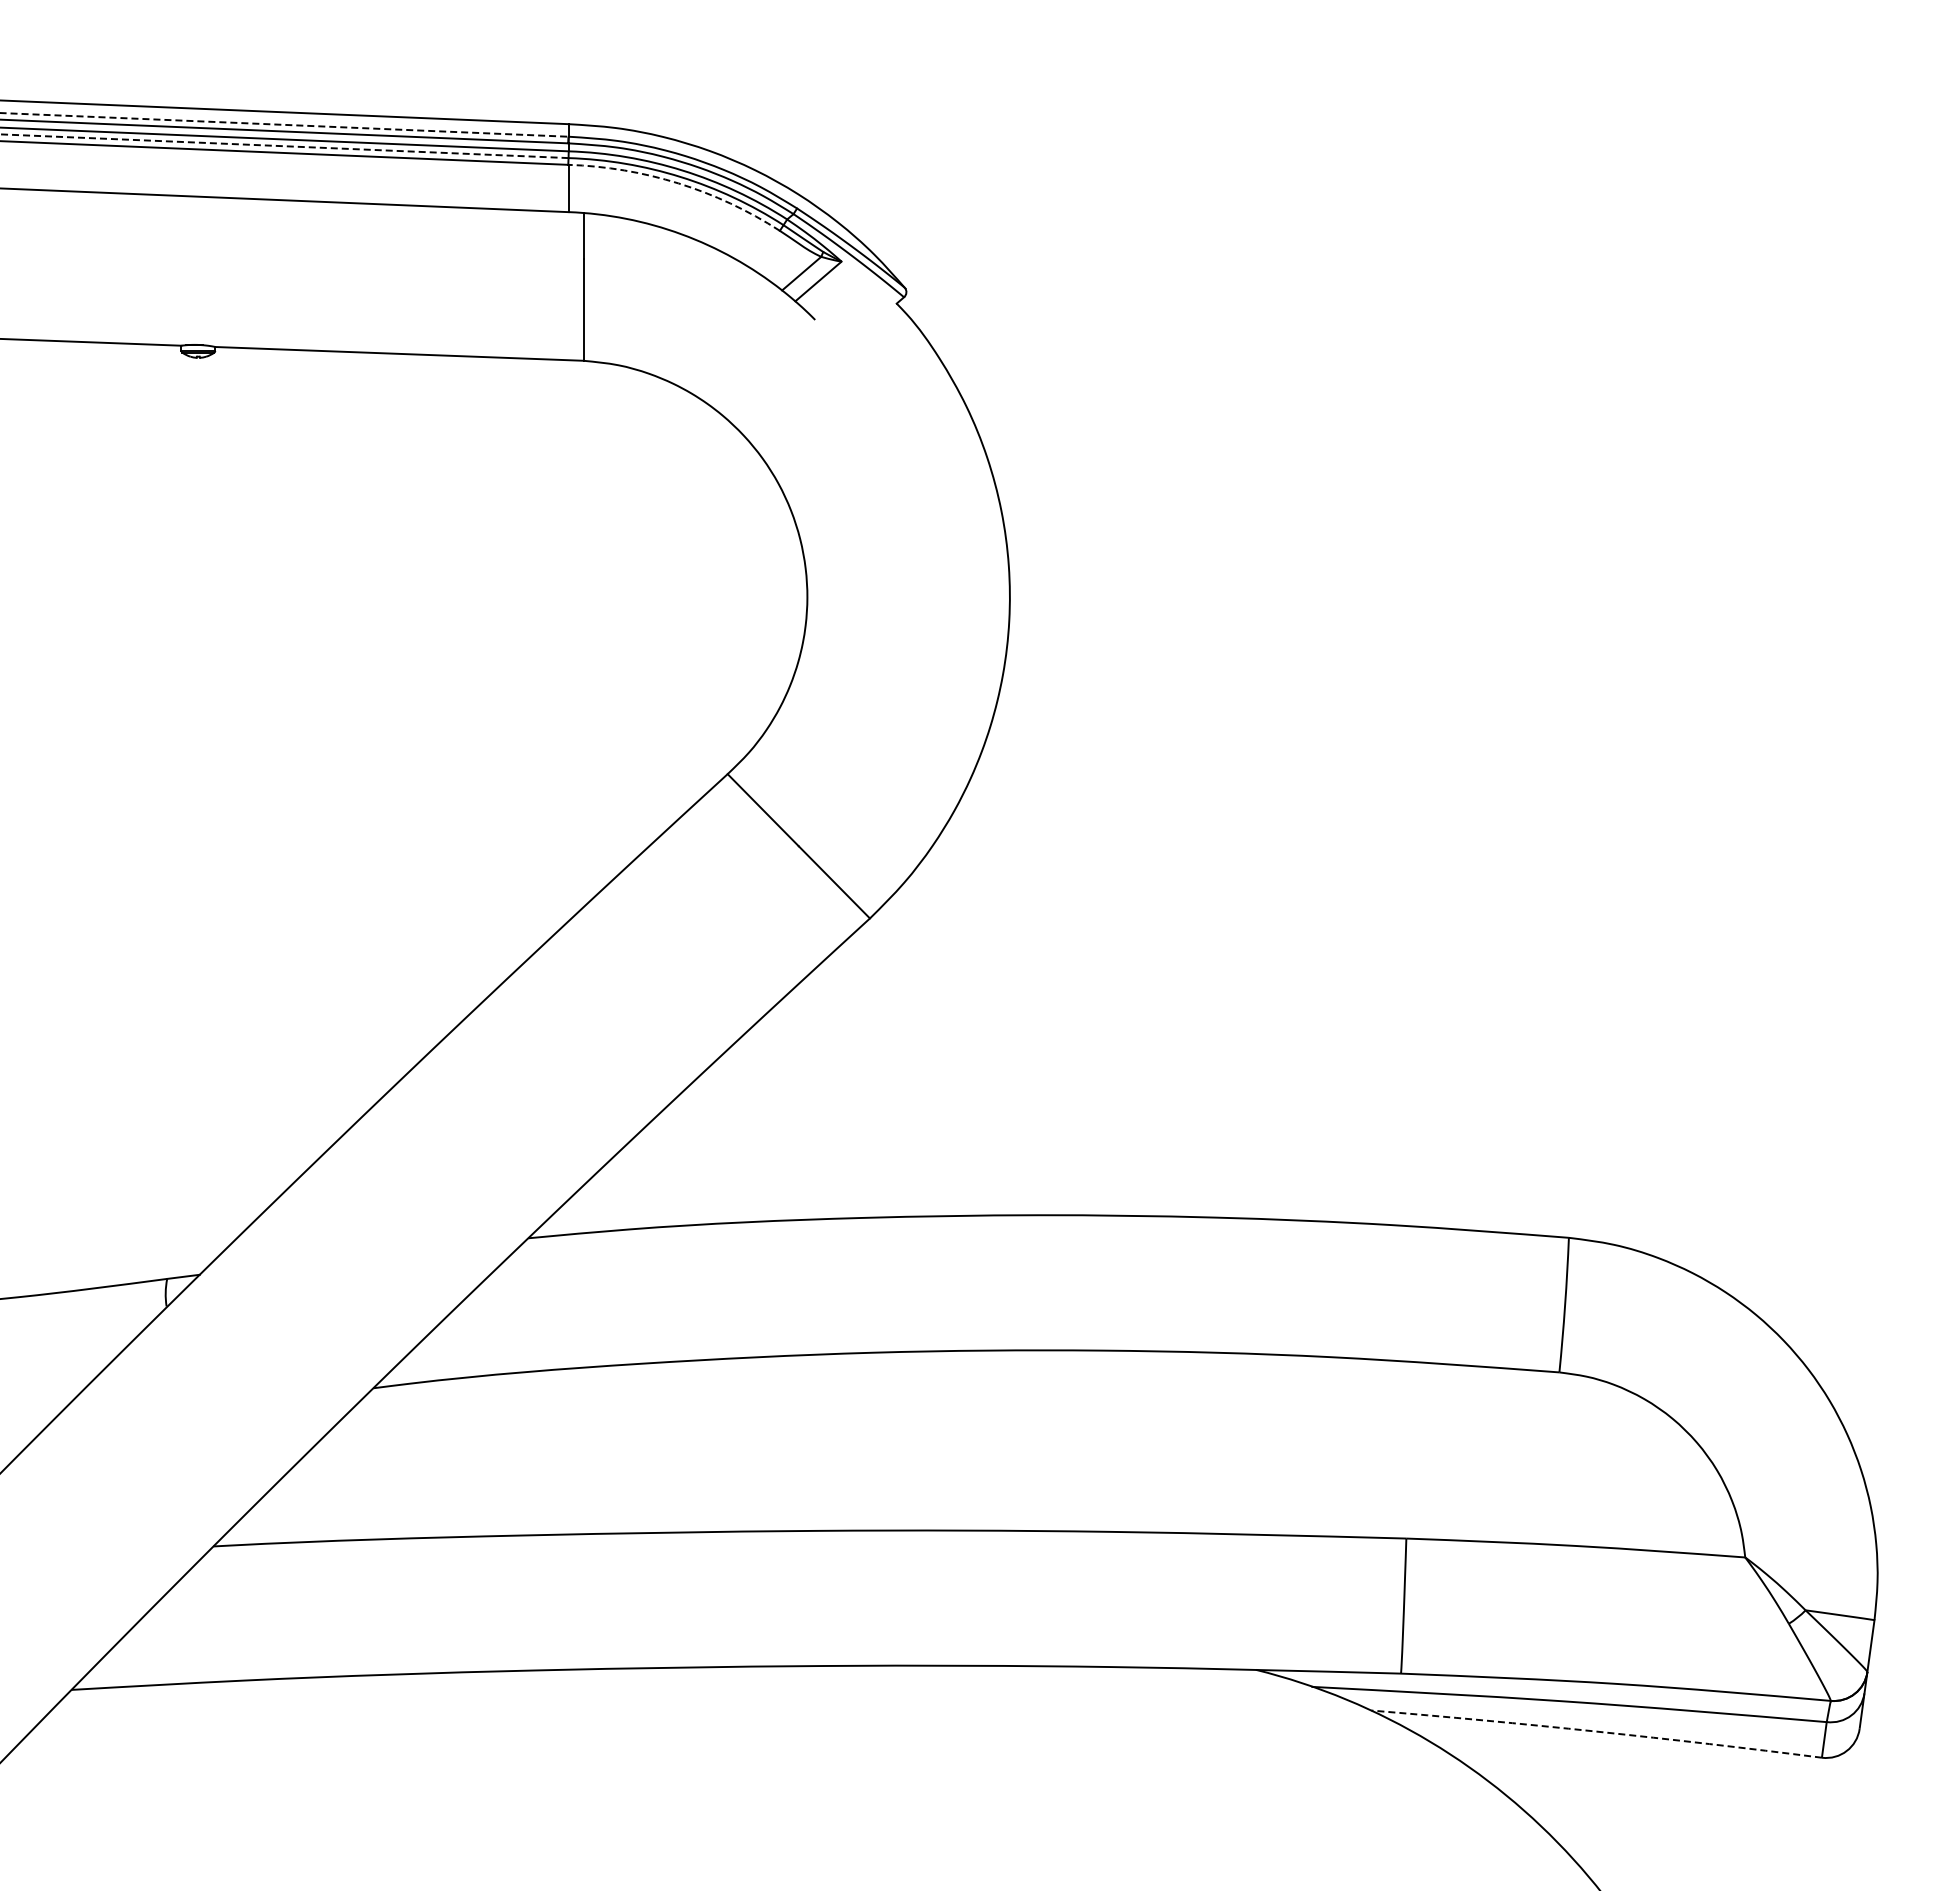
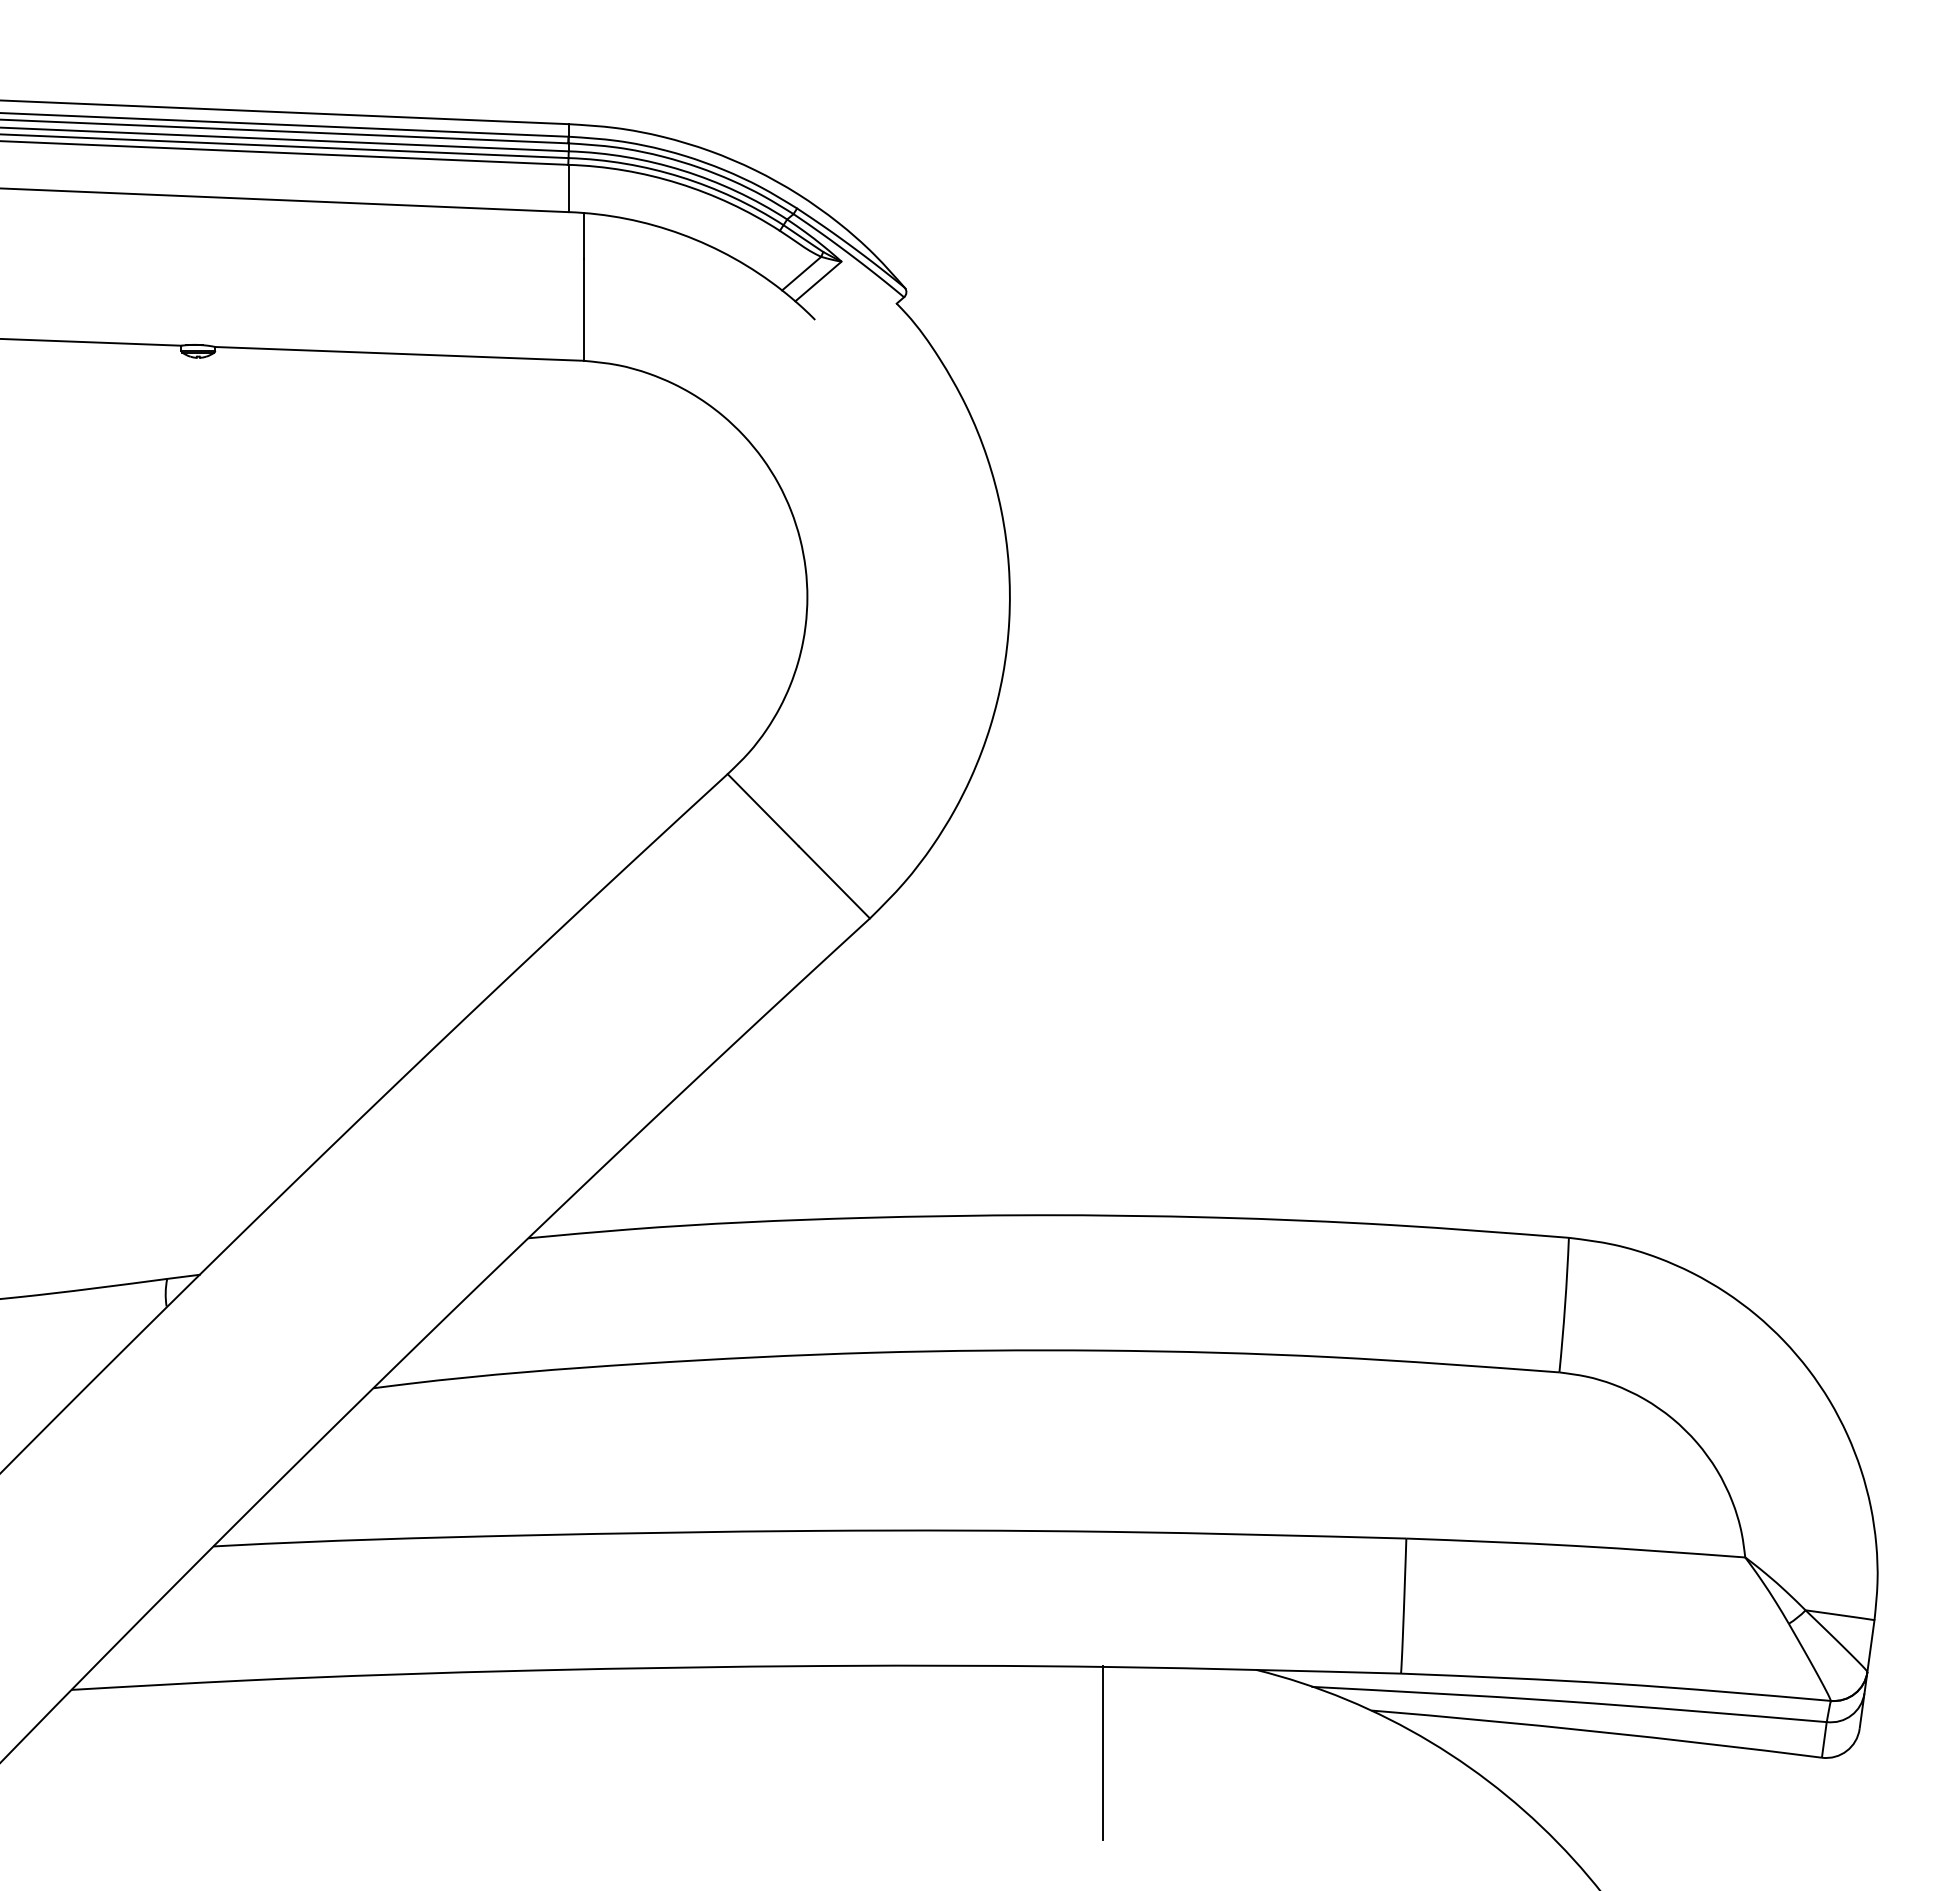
line at (284, 124): dashed -> solid
line at (283, 146): dashed -> solid
arc at (678, 183): dashed -> solid
arc at (1596, 1731): dashed -> solid
line at (1103, 1753): none -> present
